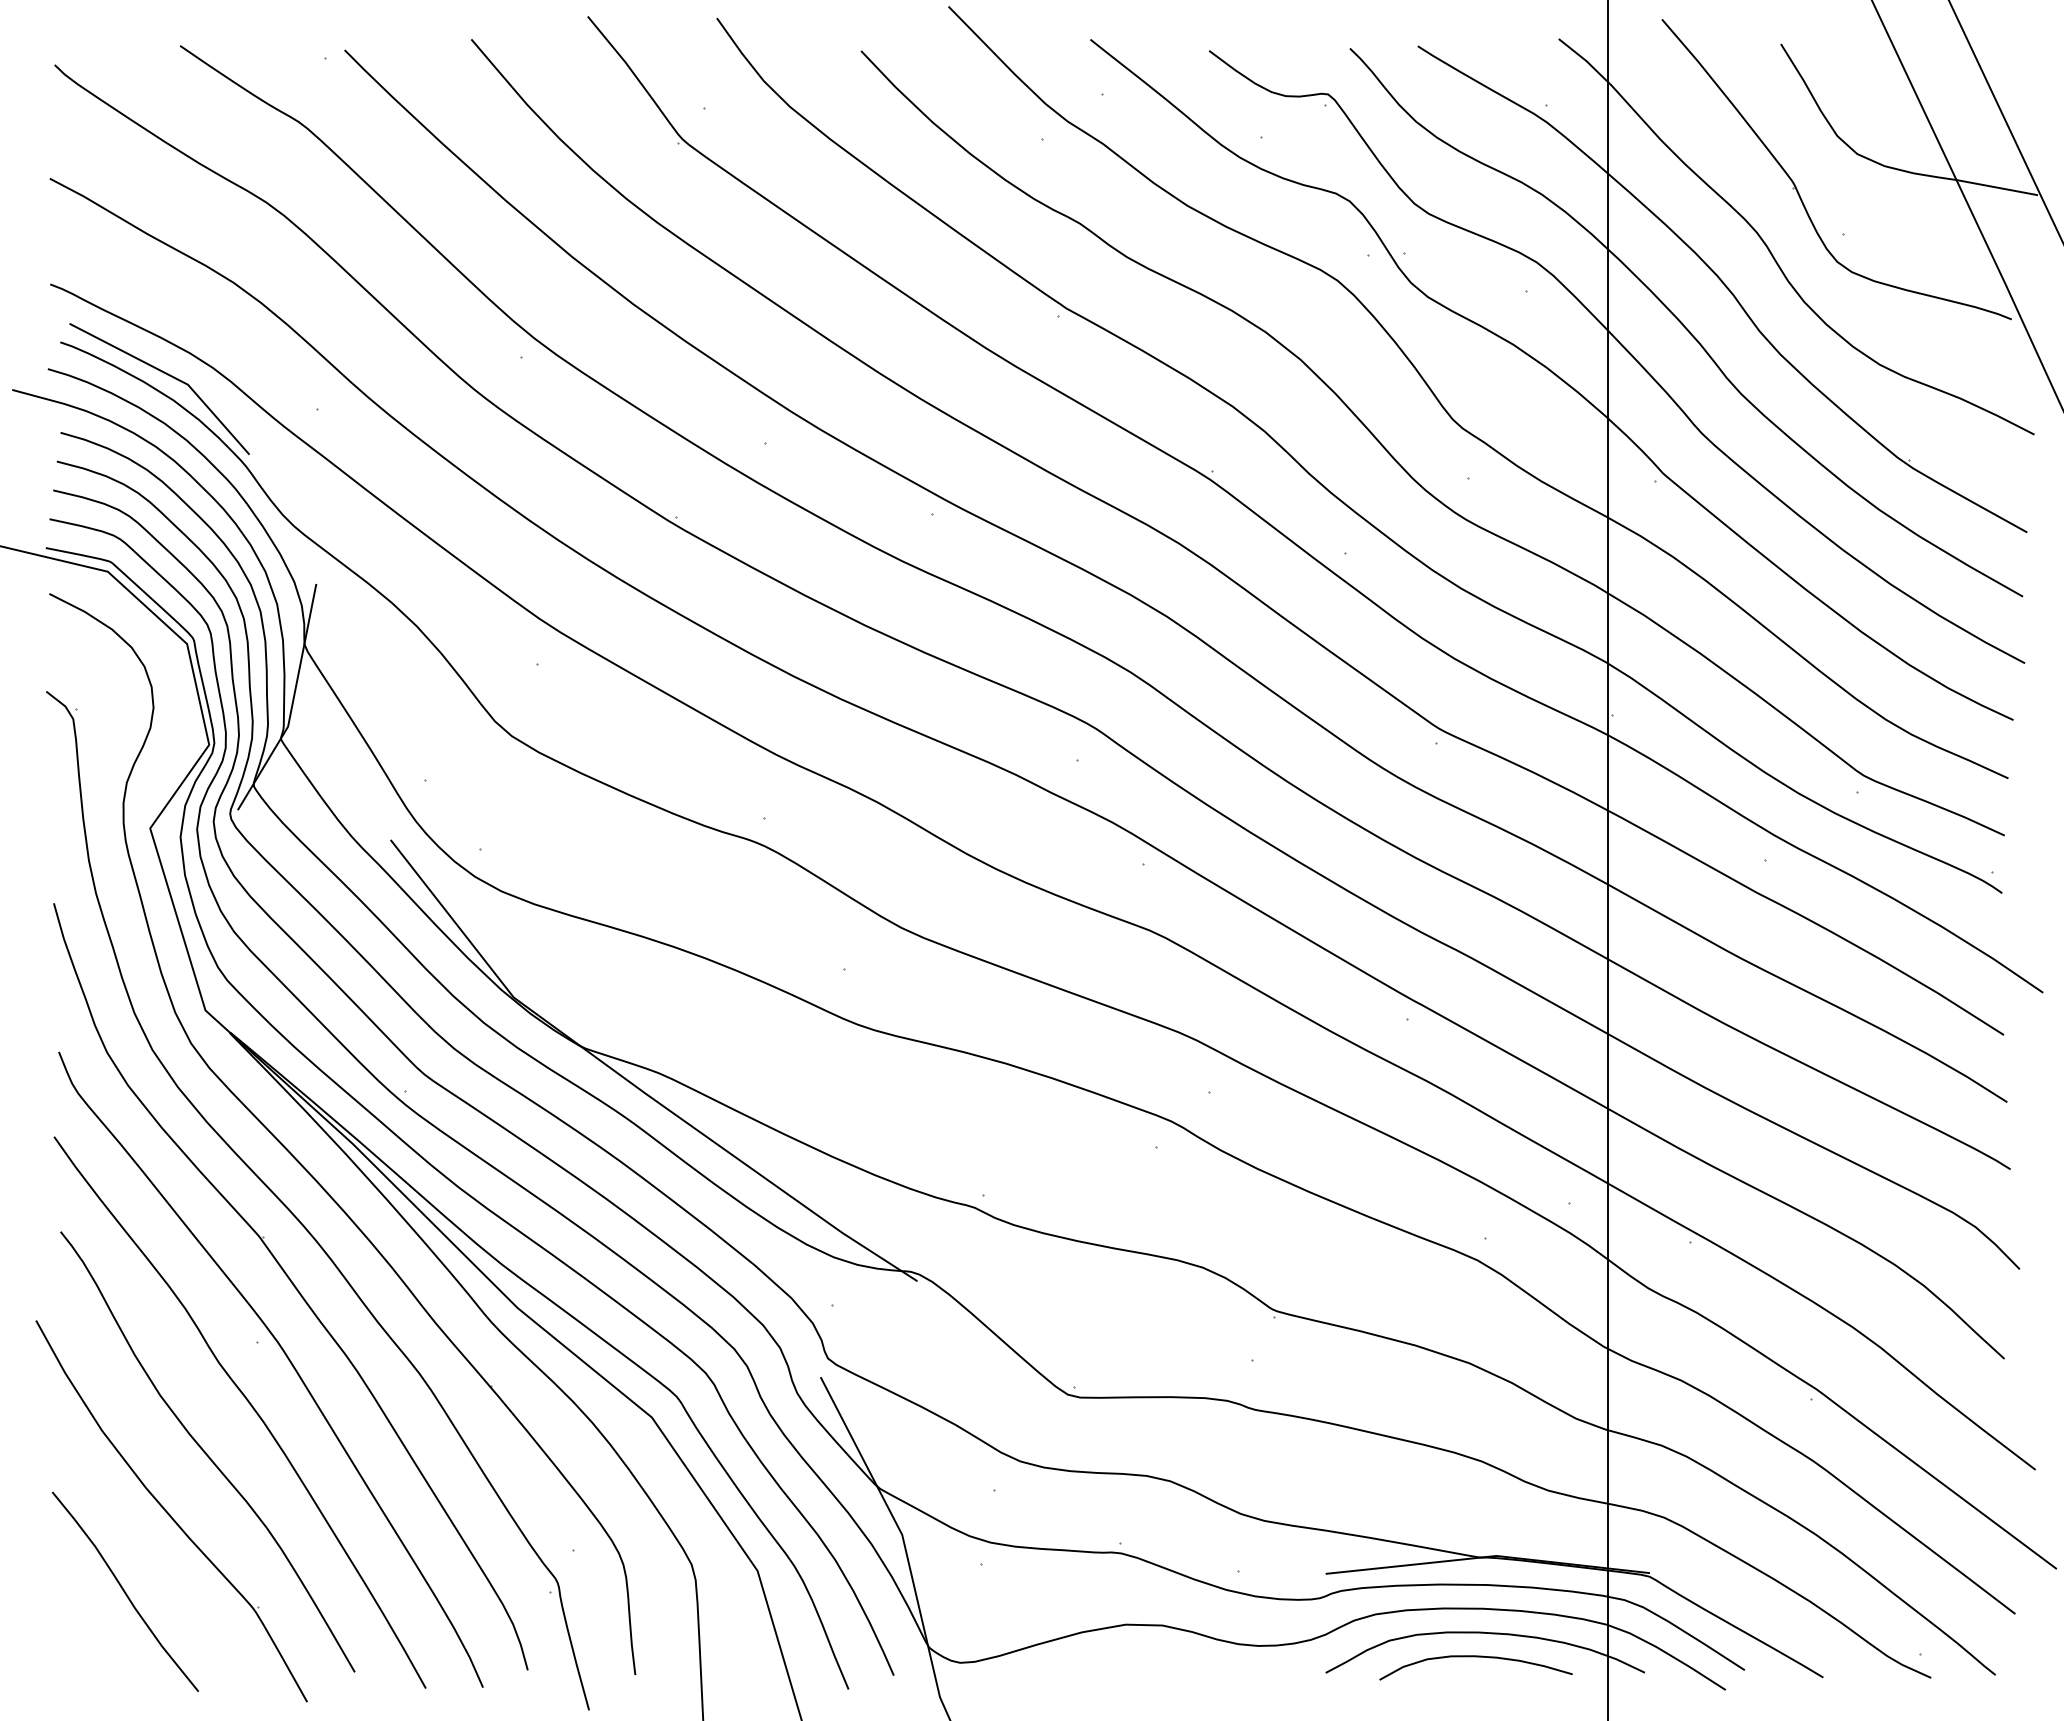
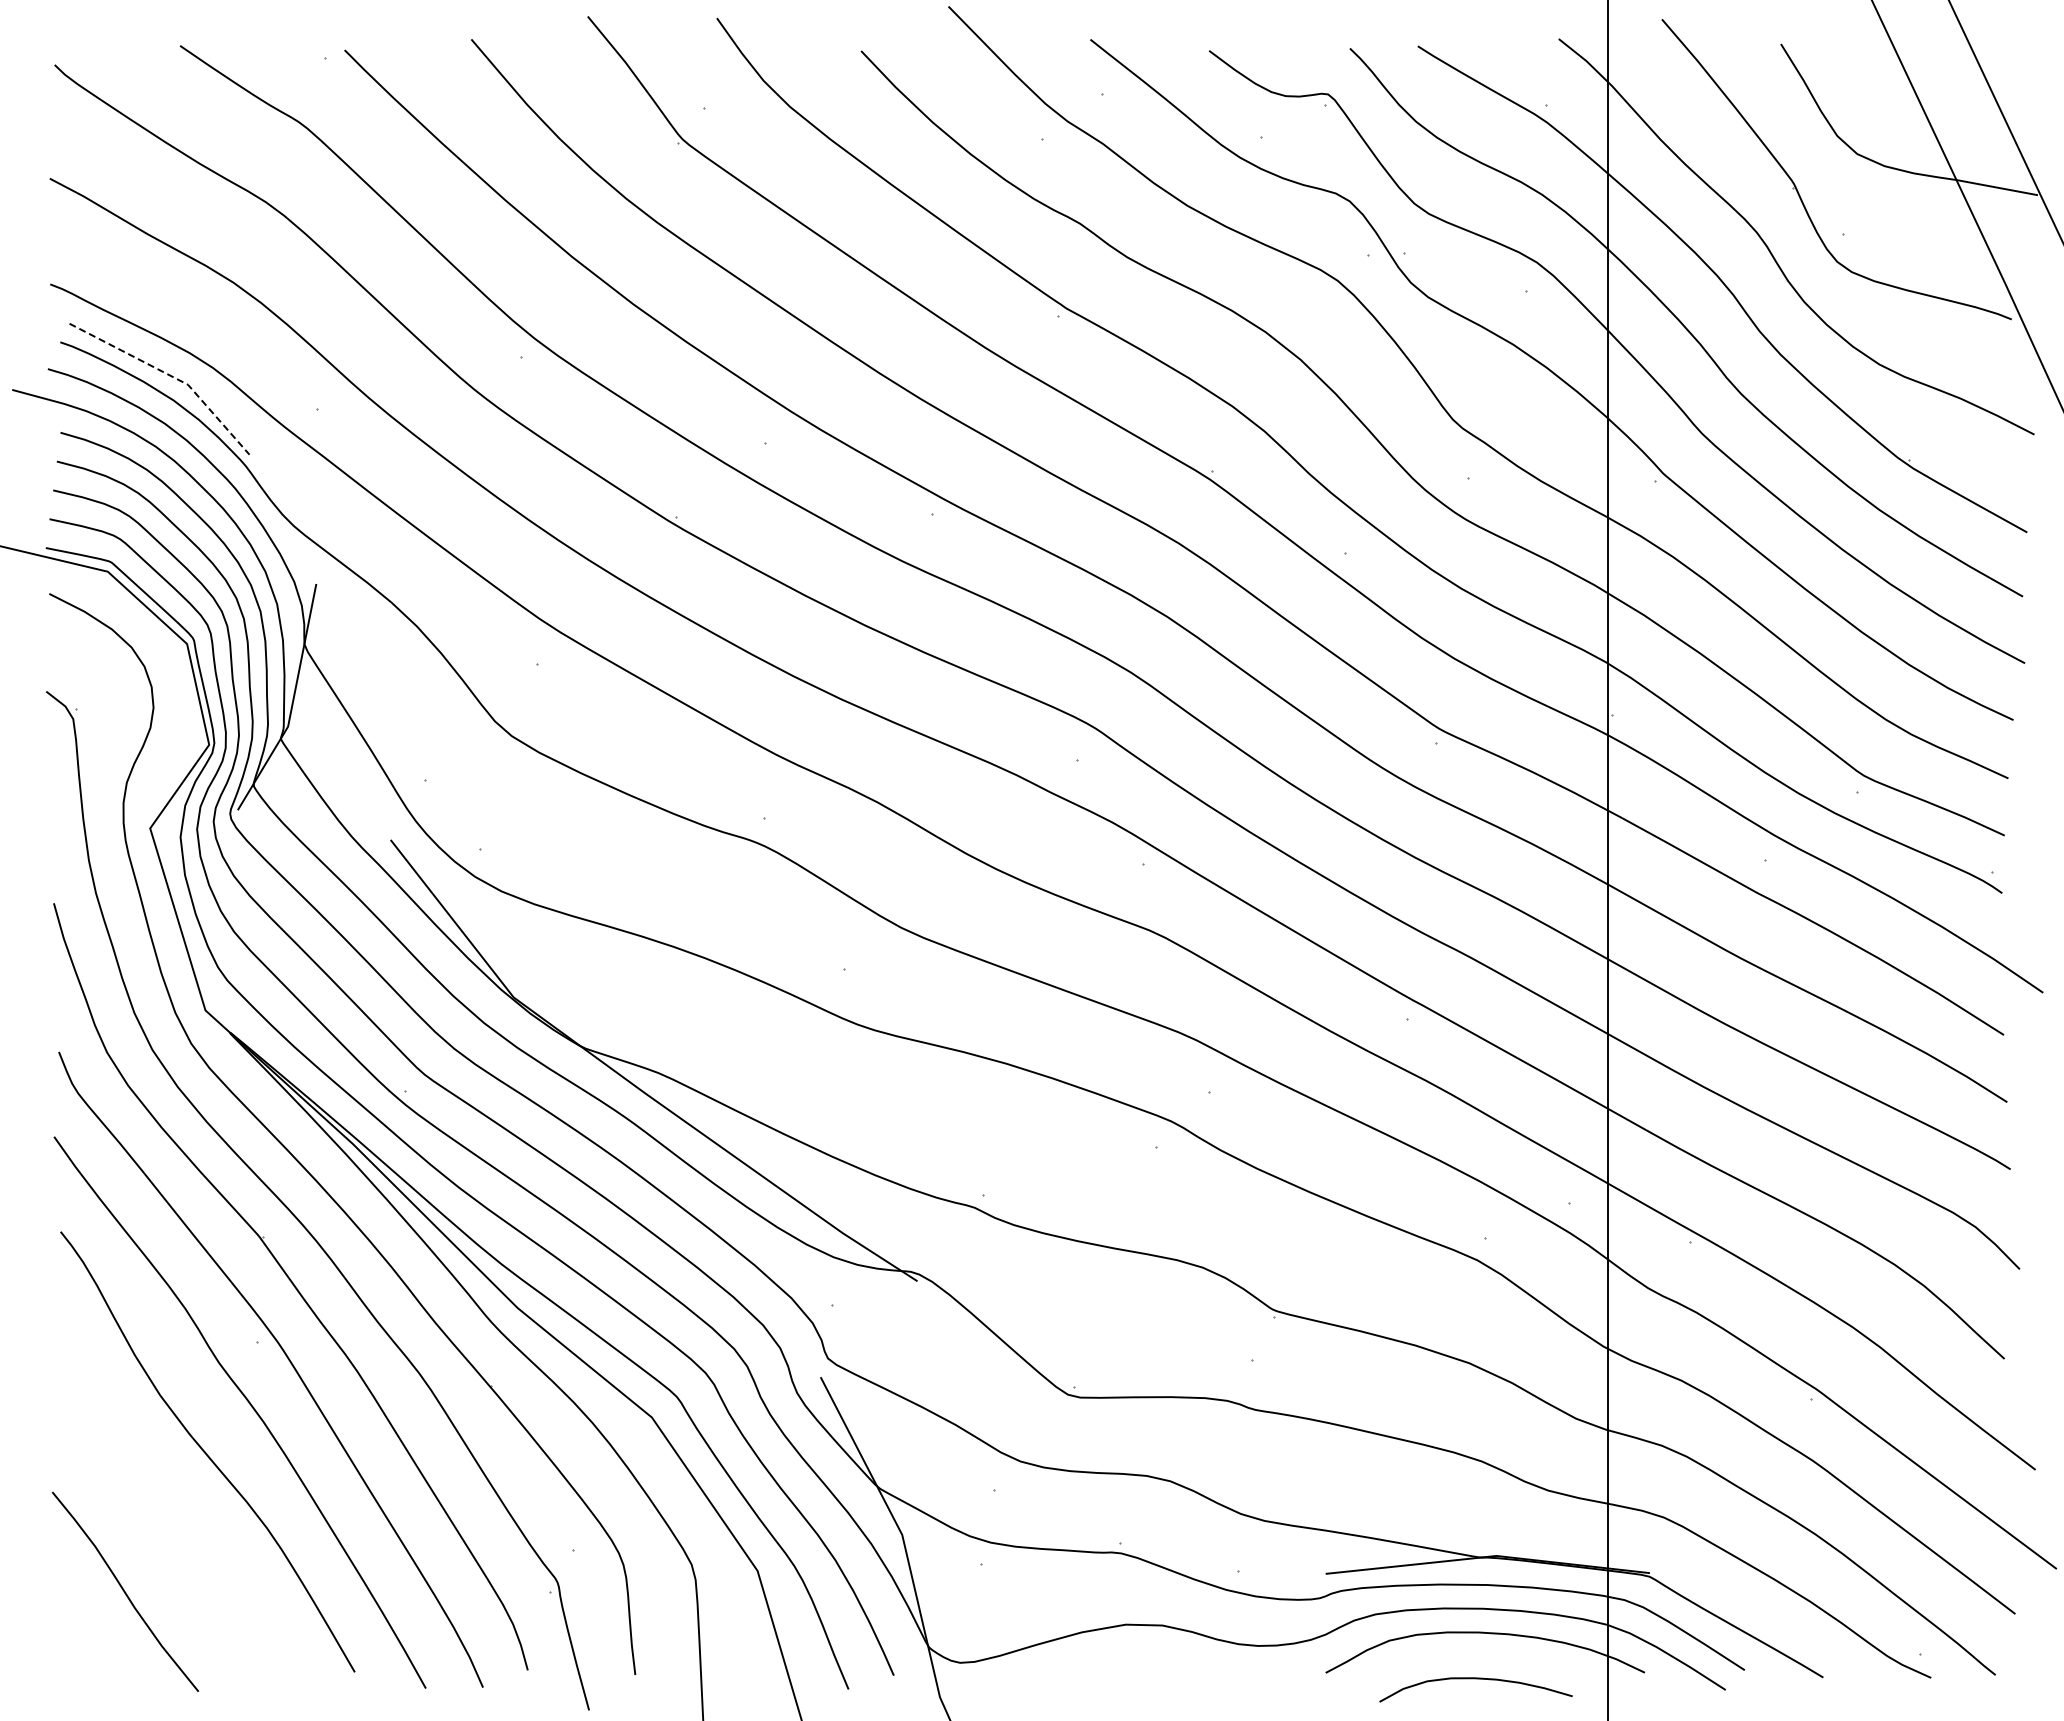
line at (171, 376): solid -> dashed
part at (171, 1511): present -> none
curve at (1475, 1657) position: (1475, 1657) -> (1475, 1679)
